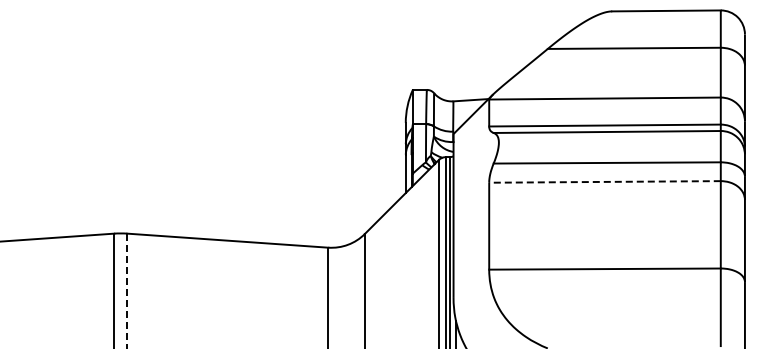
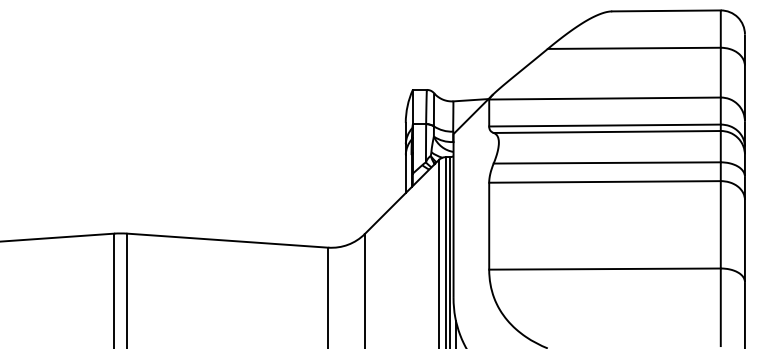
line at (605, 181): dashed -> solid
line at (127, 291): dashed -> solid
